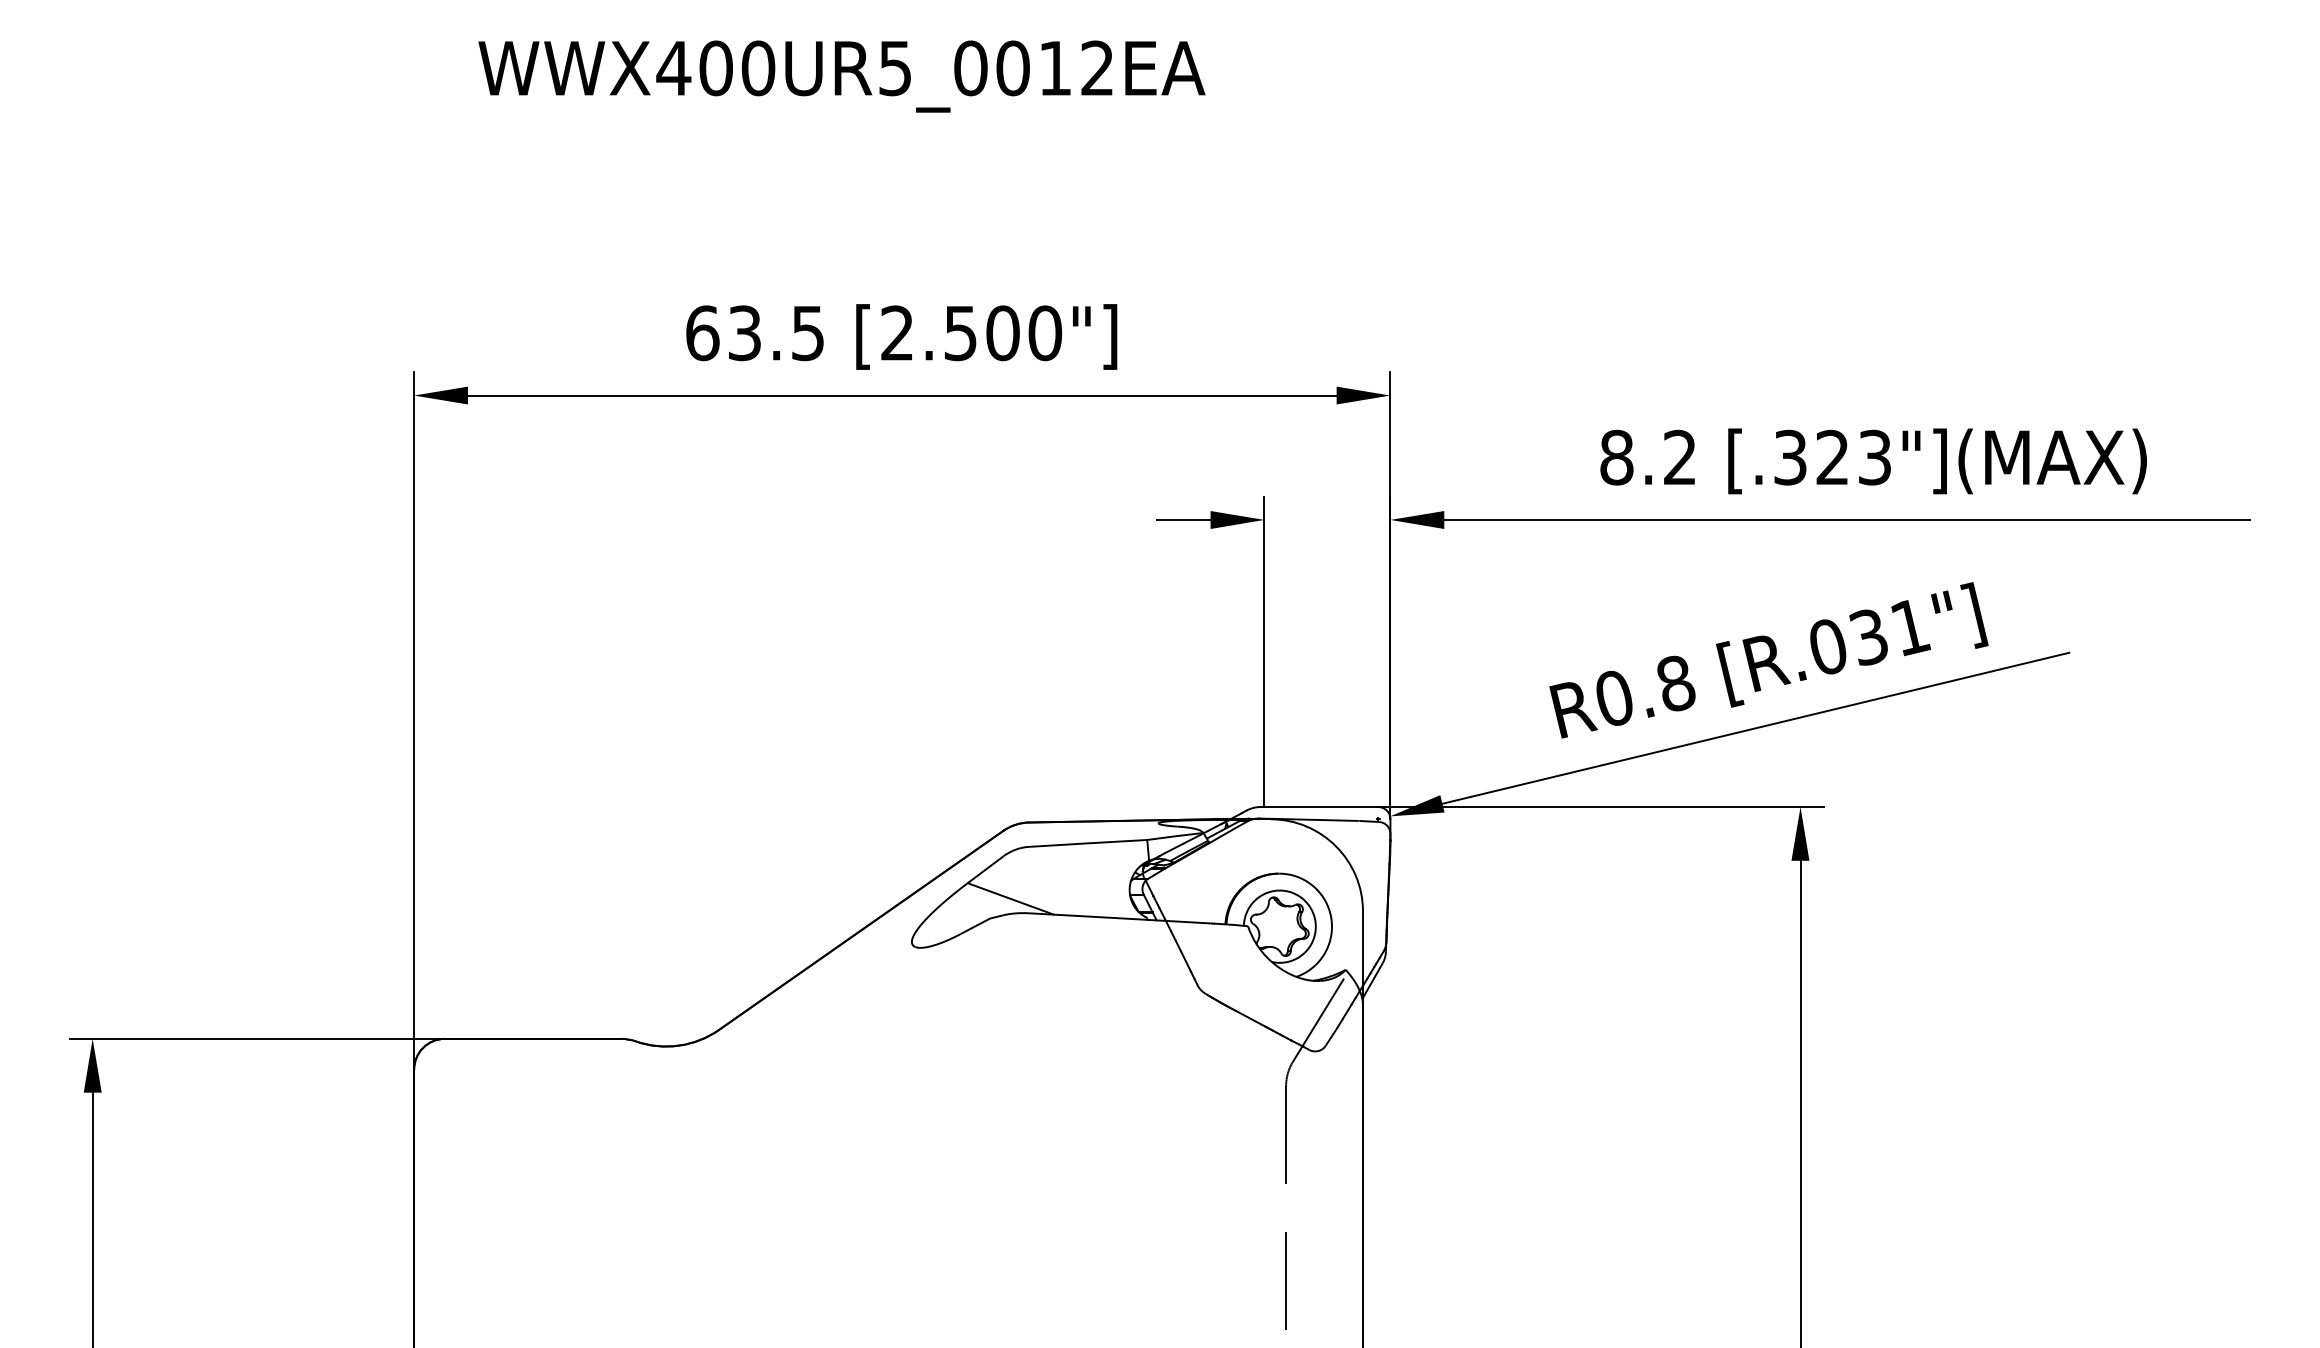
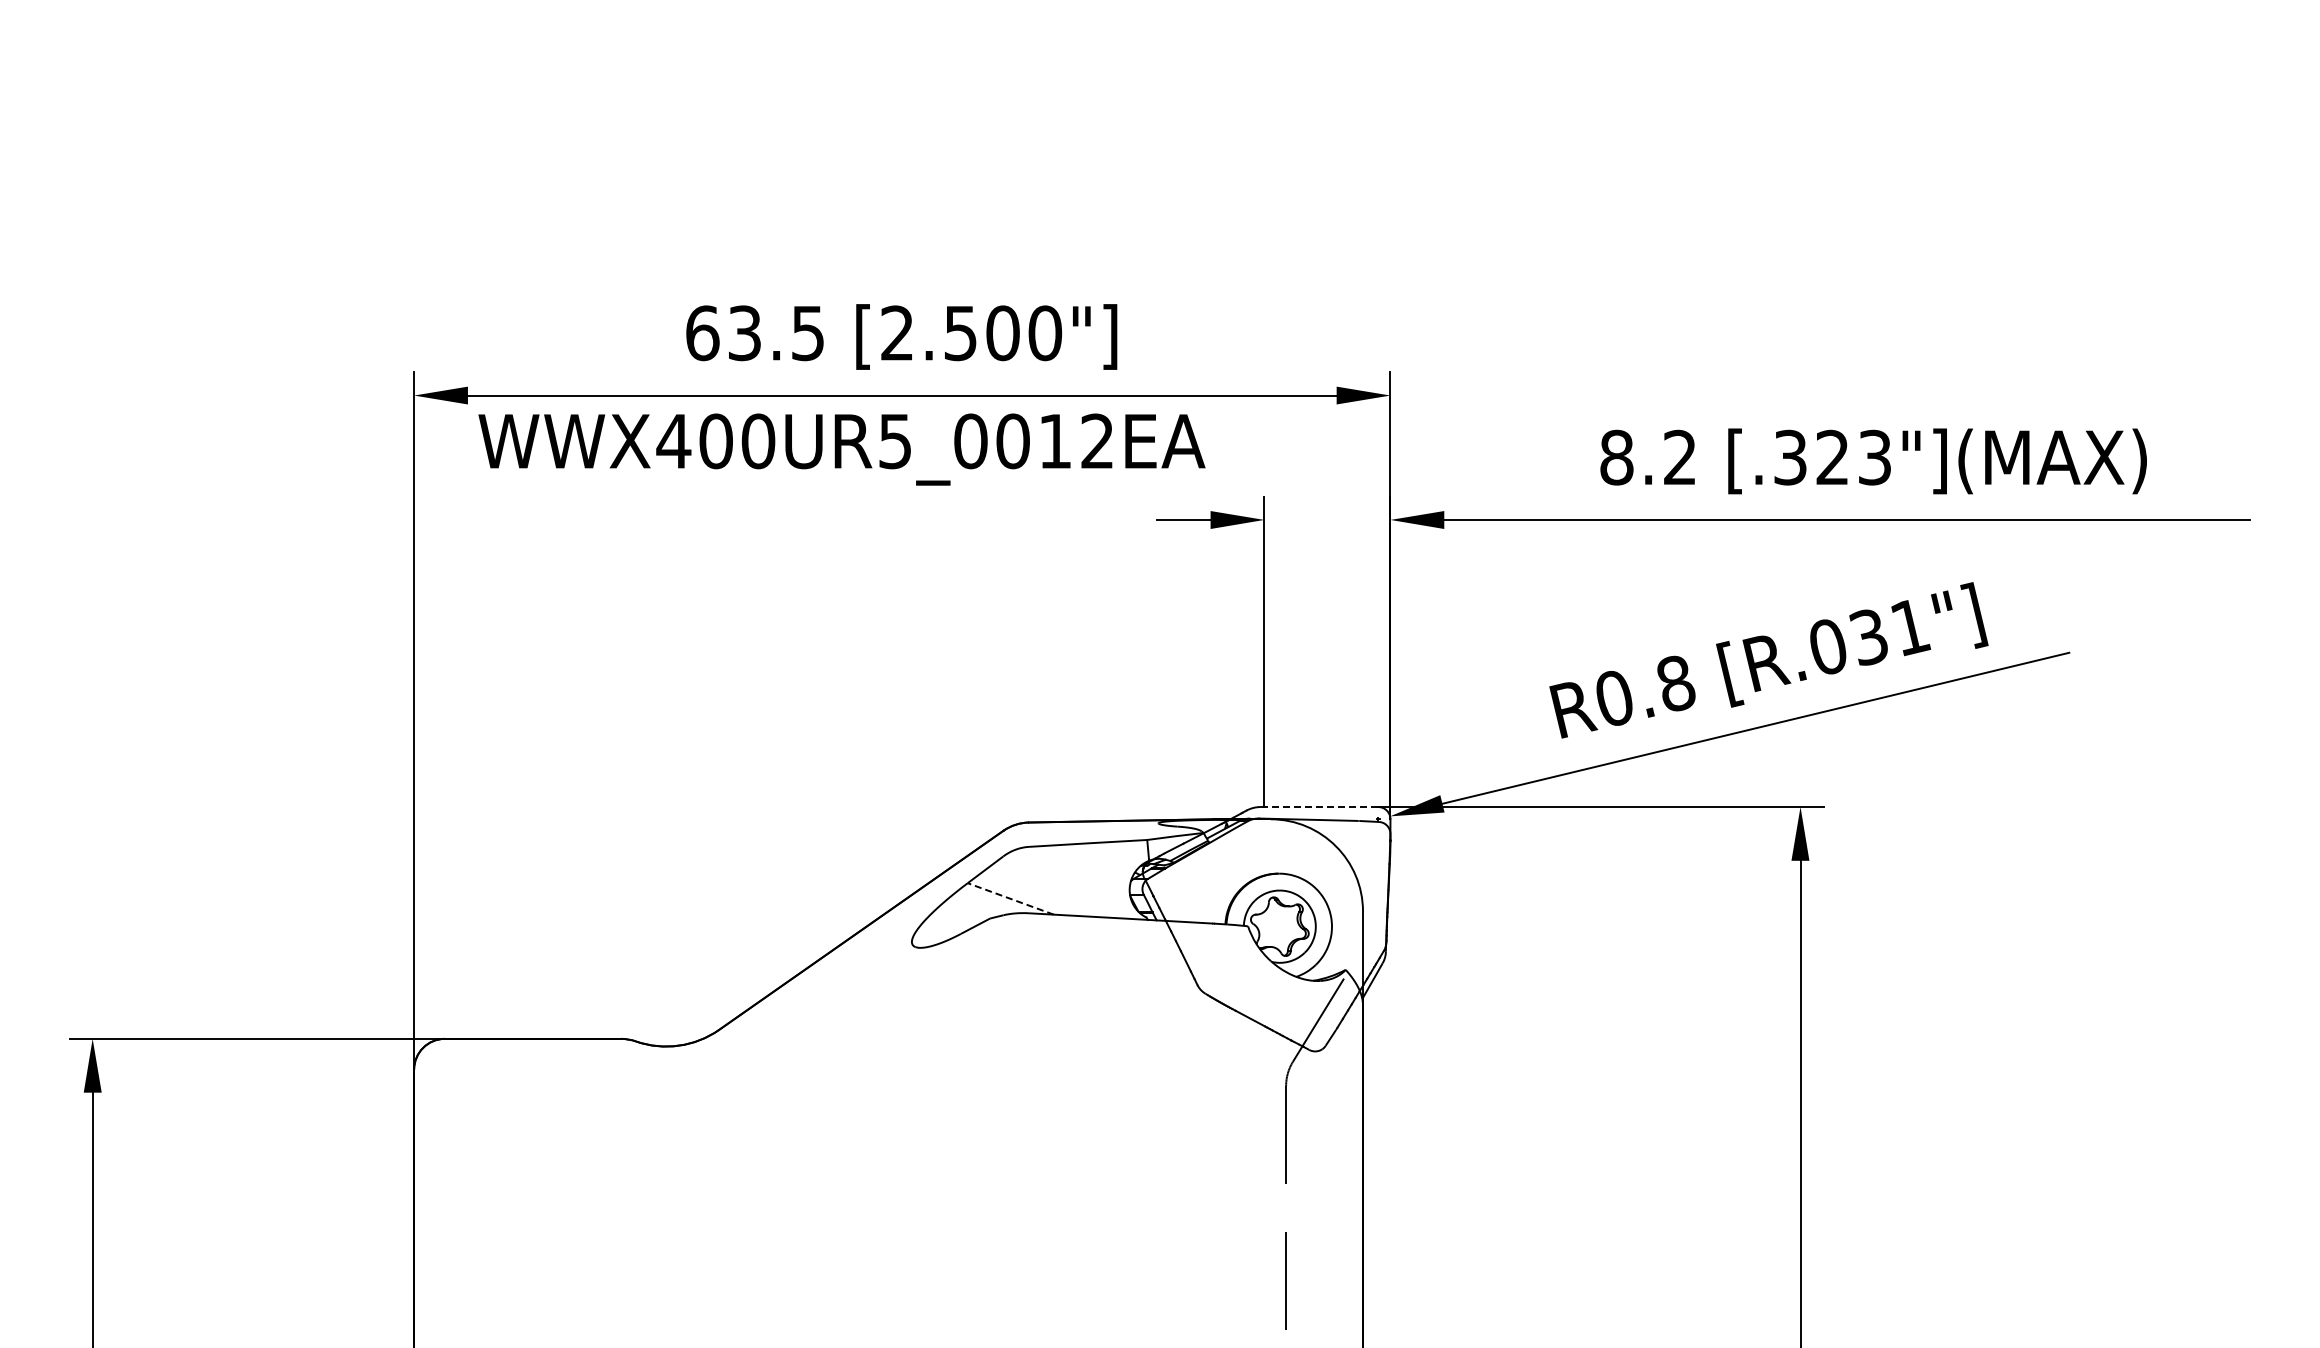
text at (841, 76) position: (841, 76) -> (841, 449)
line at (1319, 807): solid -> dashed
line at (1010, 898): solid -> dashed
